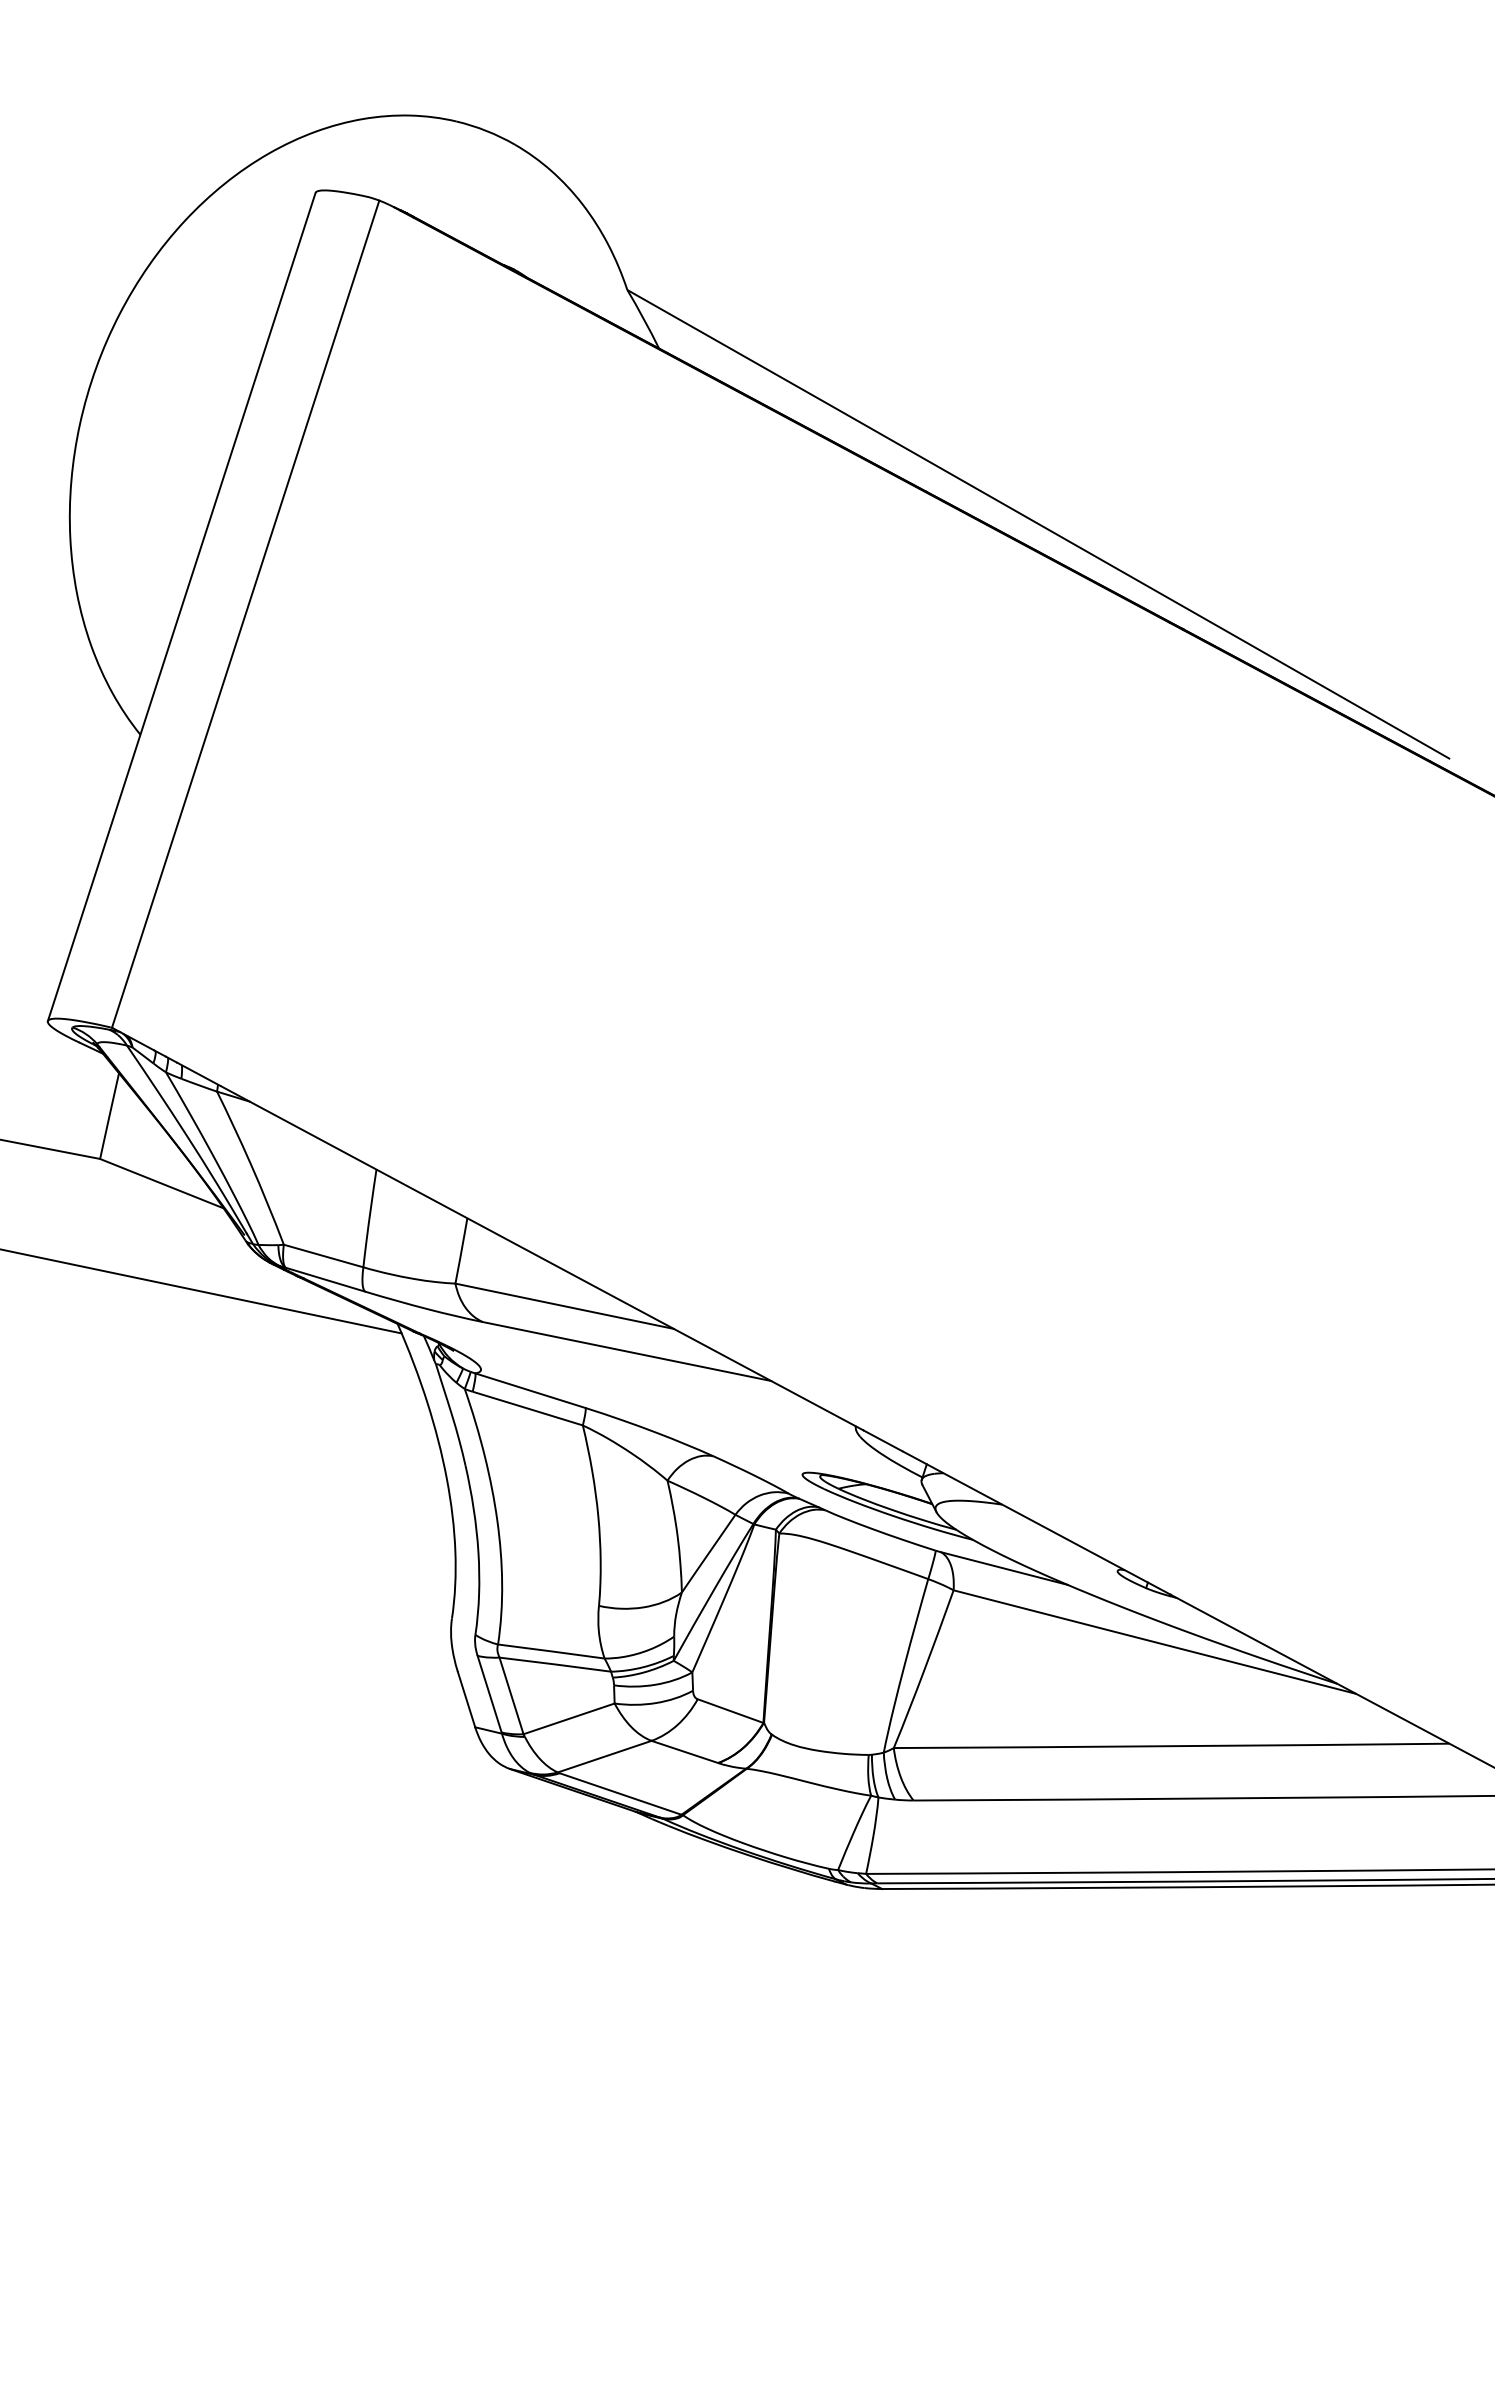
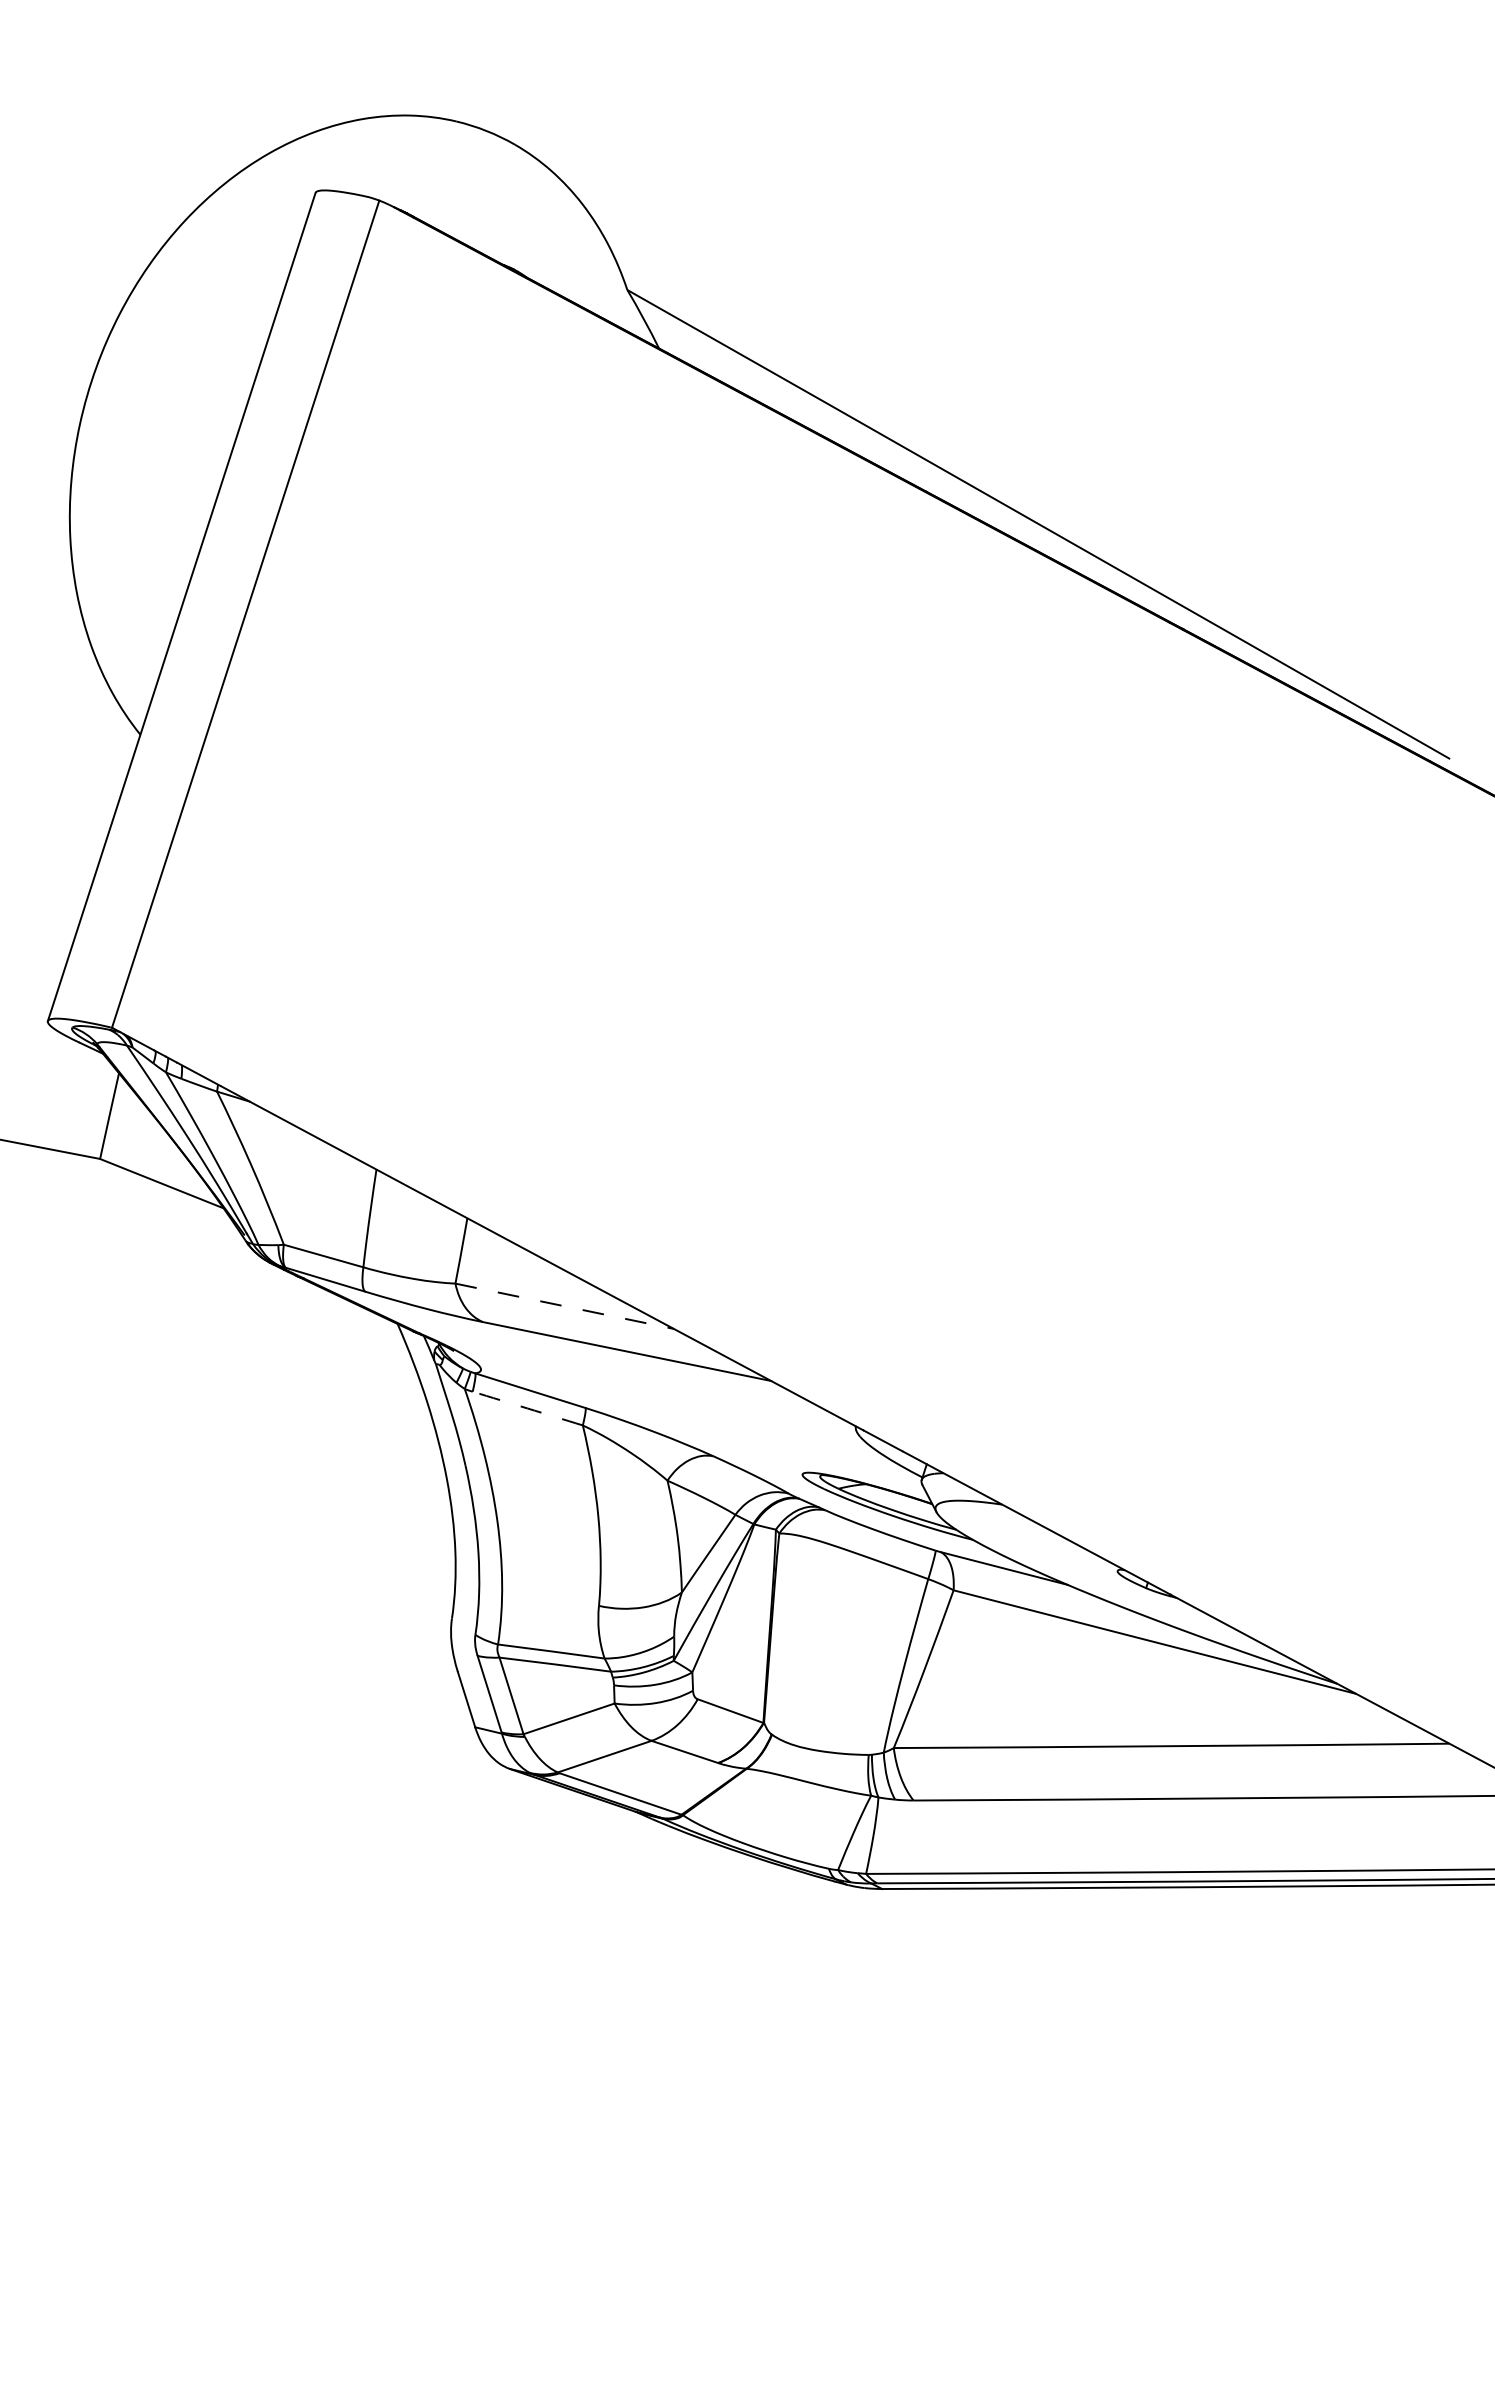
line at (201, 1291): present -> none
line at (564, 1306): solid -> dashed
arc at (527, 1408): solid -> dashed
